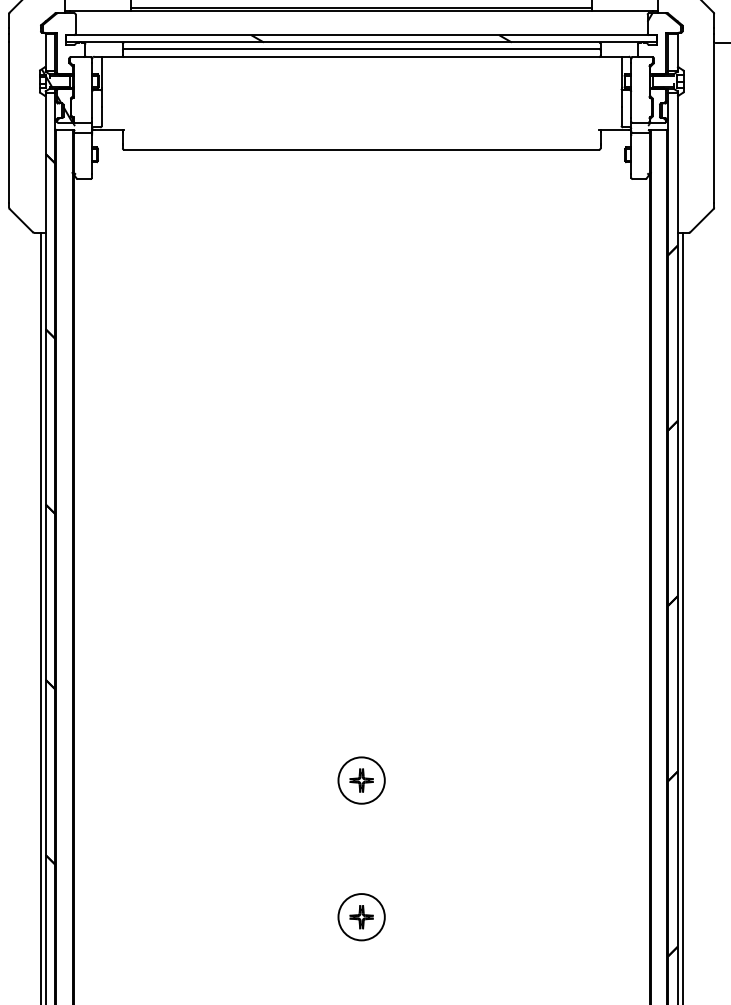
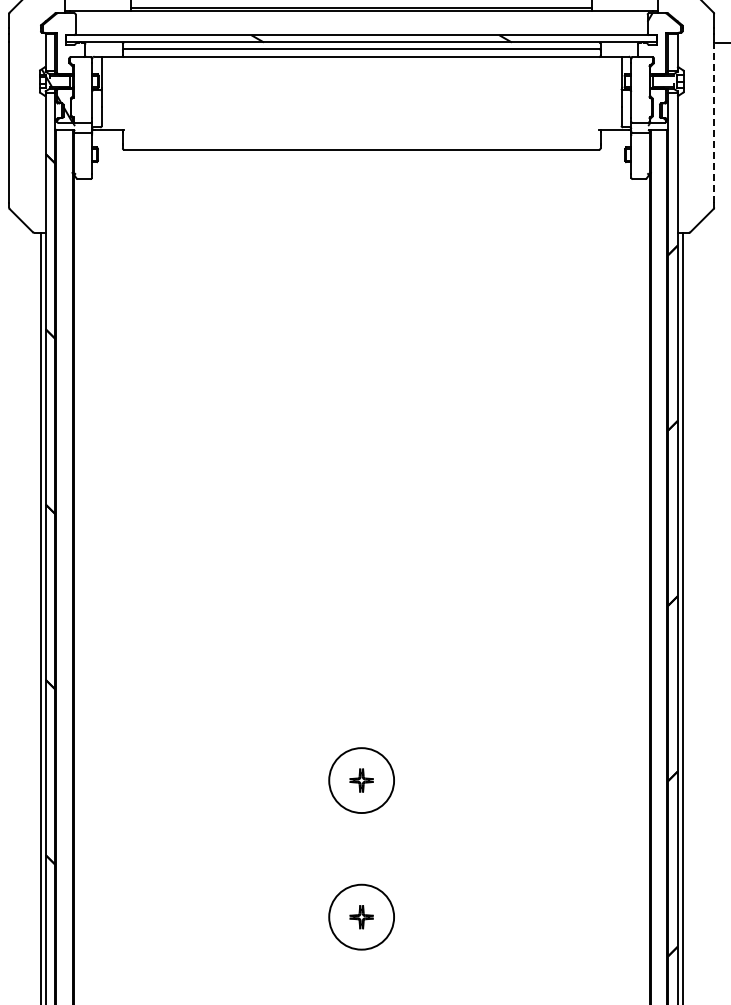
line at (714, 122): solid -> dashed
circle at (361, 780) diameter: 46 px -> 65 px
circle at (361, 917) diameter: 46 px -> 65 px
